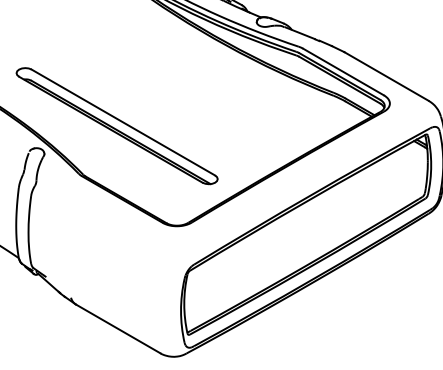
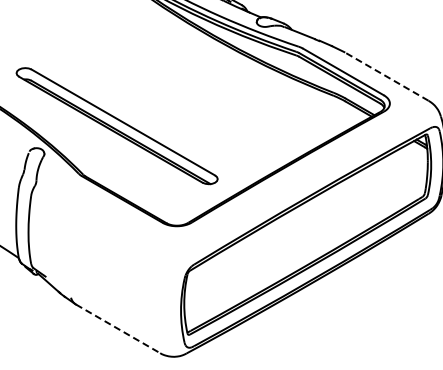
line at (386, 76): solid -> dashed
line at (118, 328): solid -> dashed
